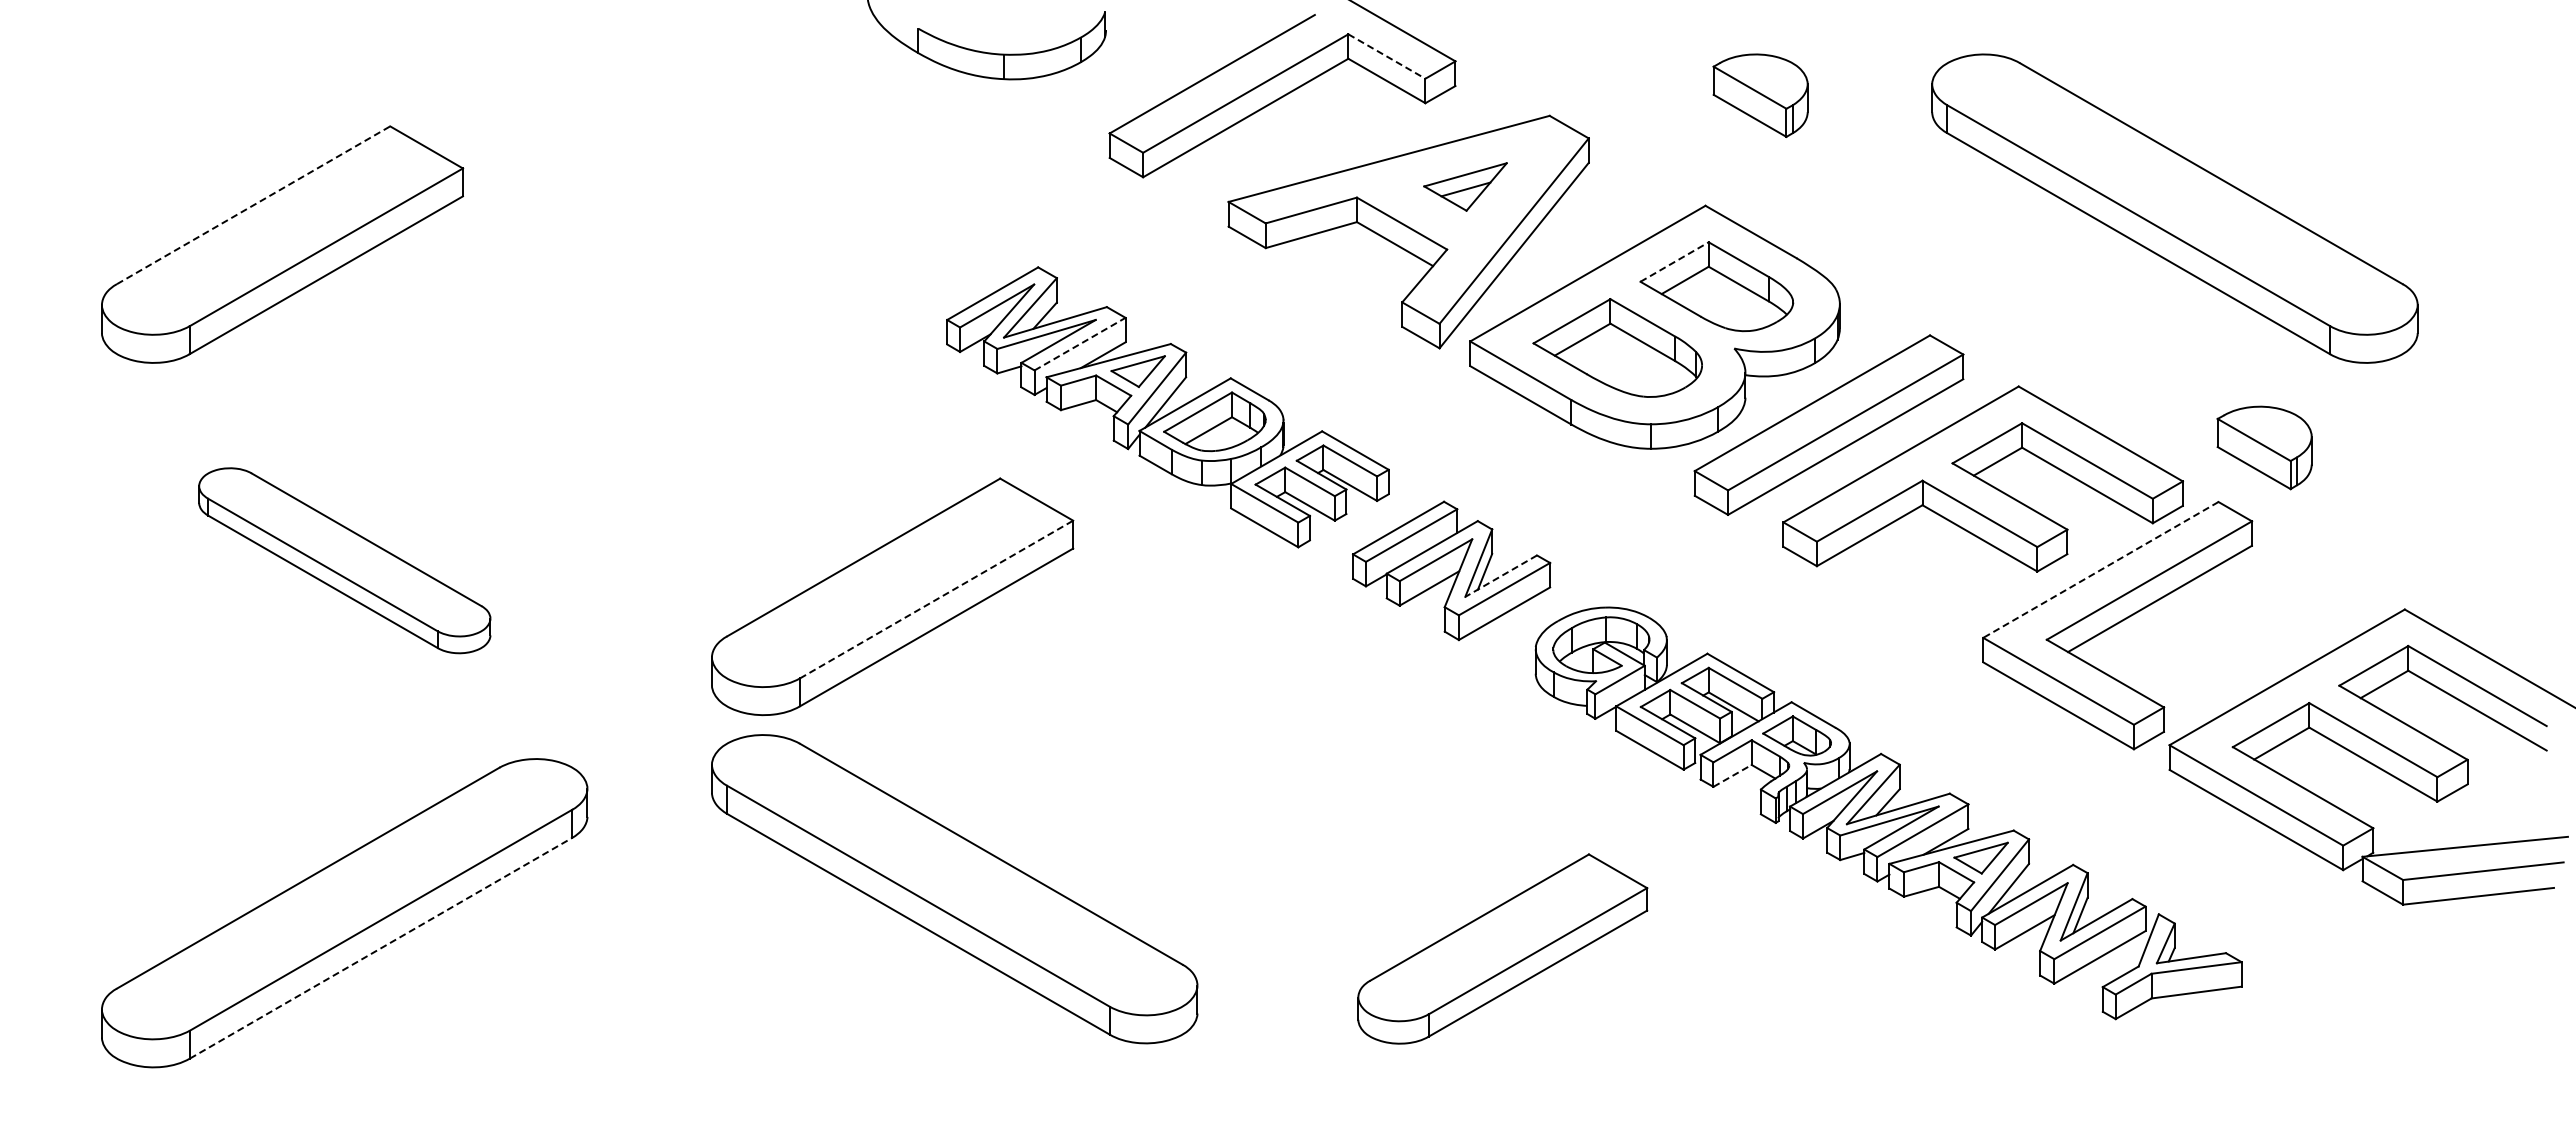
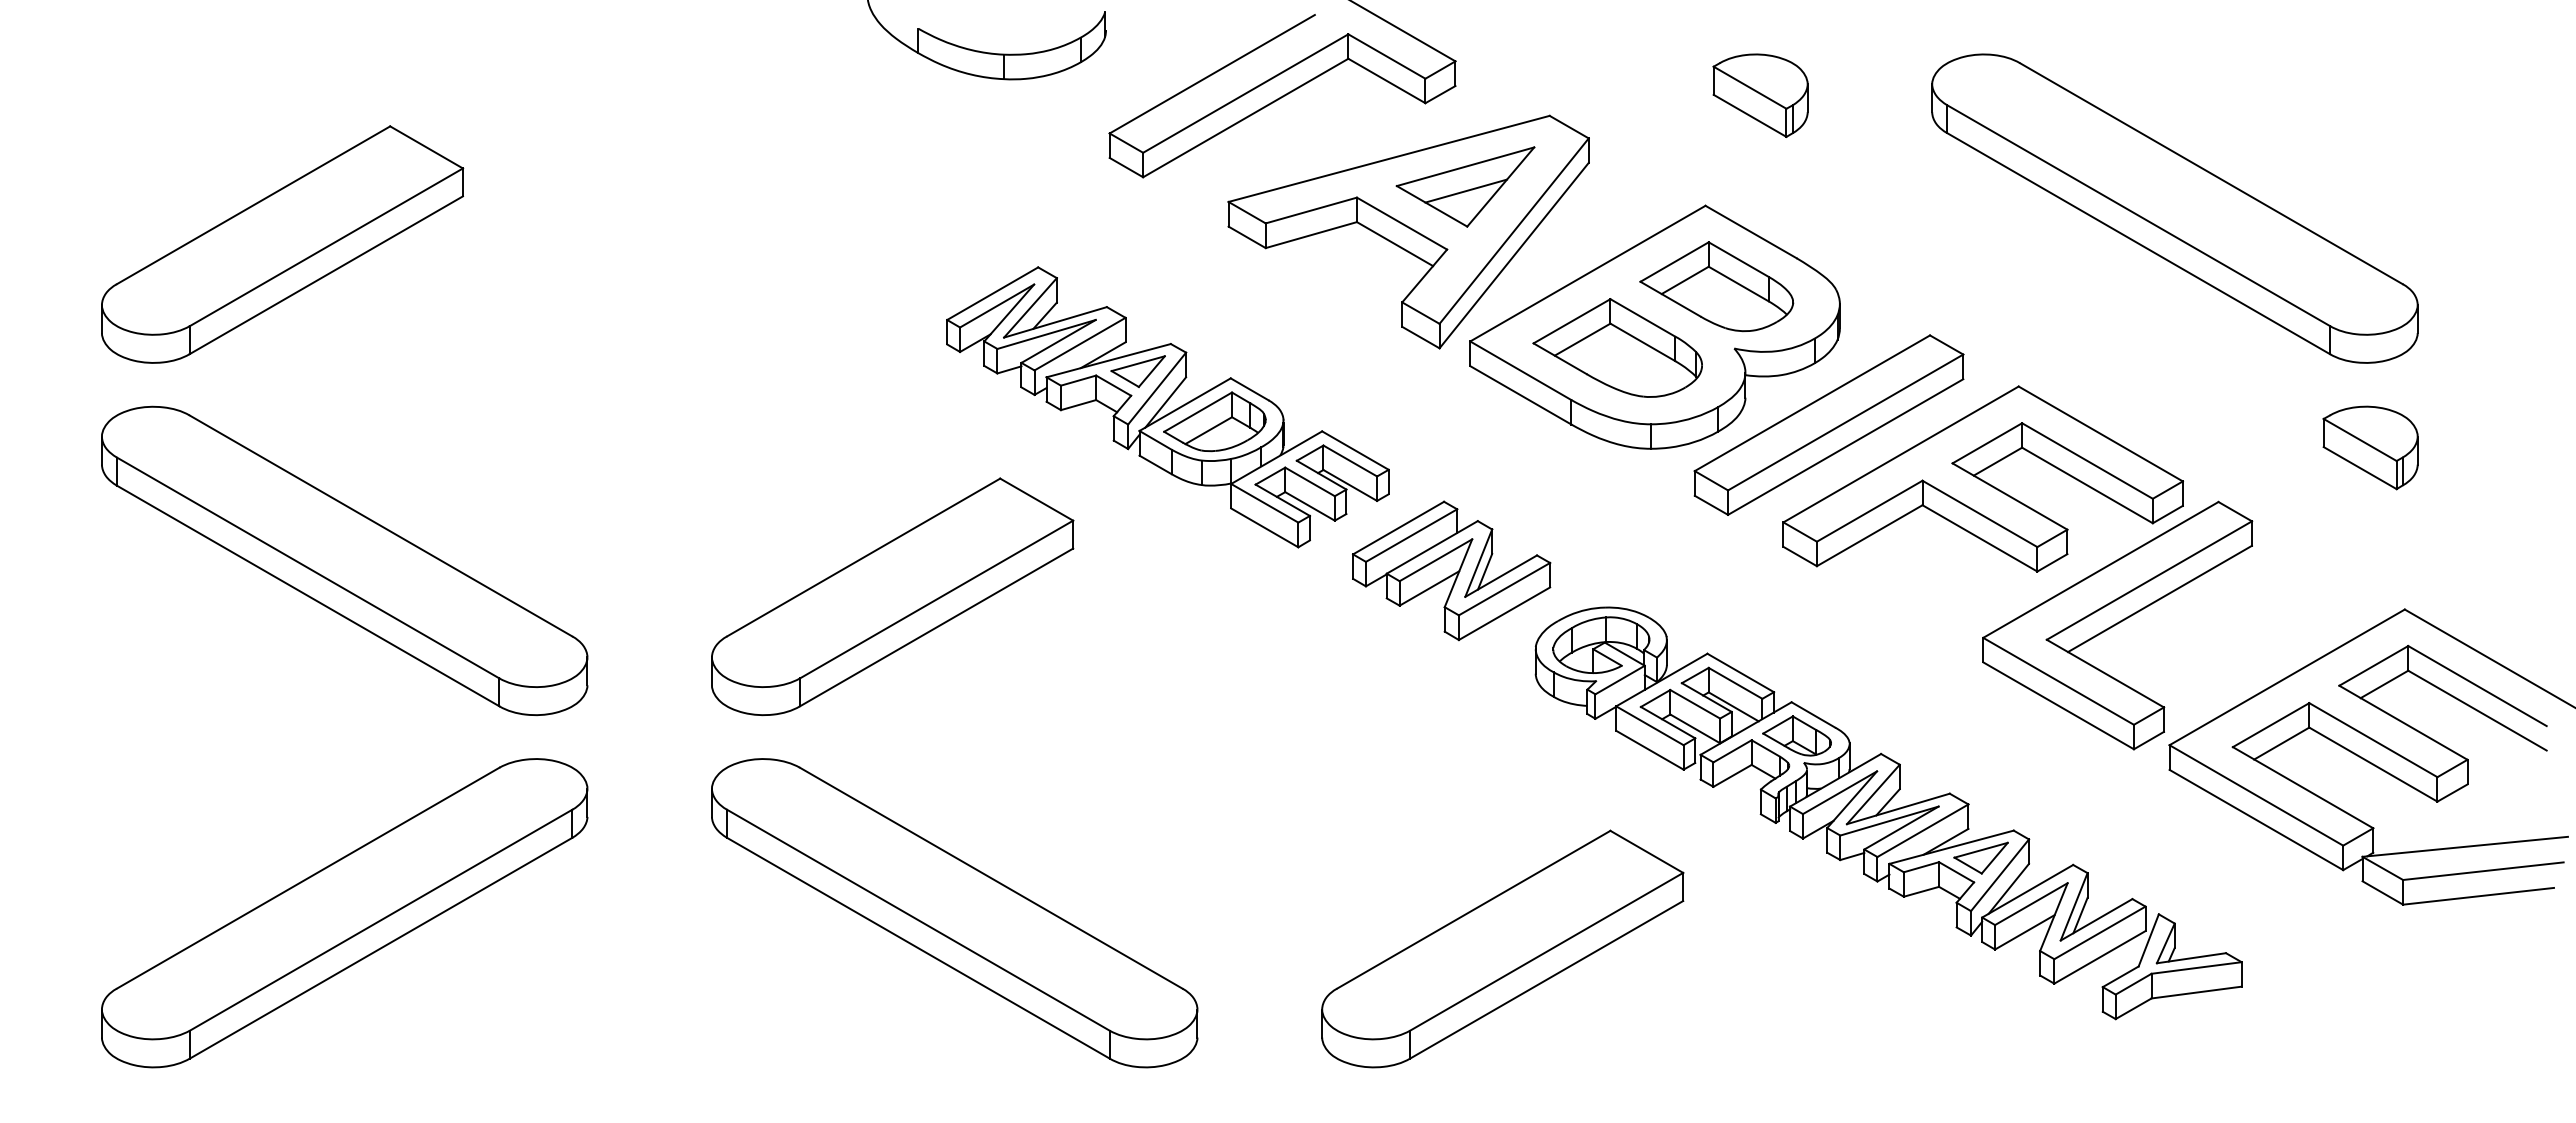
line at (1387, 56): dashed -> solid
part at (1465, 186) size: 85x50 px -> 141x82 px
line at (253, 205): dashed -> solid
line at (1675, 261): dashed -> solid
line at (1080, 344): dashed -> solid
part at (2264, 447) position: (2264, 447) -> (2370, 447)
part at (344, 560) size: 294x188 px -> 488x311 px
line at (2100, 569): dashed -> solid
line at (1500, 576): dashed -> solid
line at (936, 599): dashed -> solid
line at (1733, 775): dashed -> solid
part at (954, 889) position: (954, 889) -> (954, 913)
line at (381, 948): dashed -> solid
part at (1502, 948) size: 292x192 px -> 364x240 px
